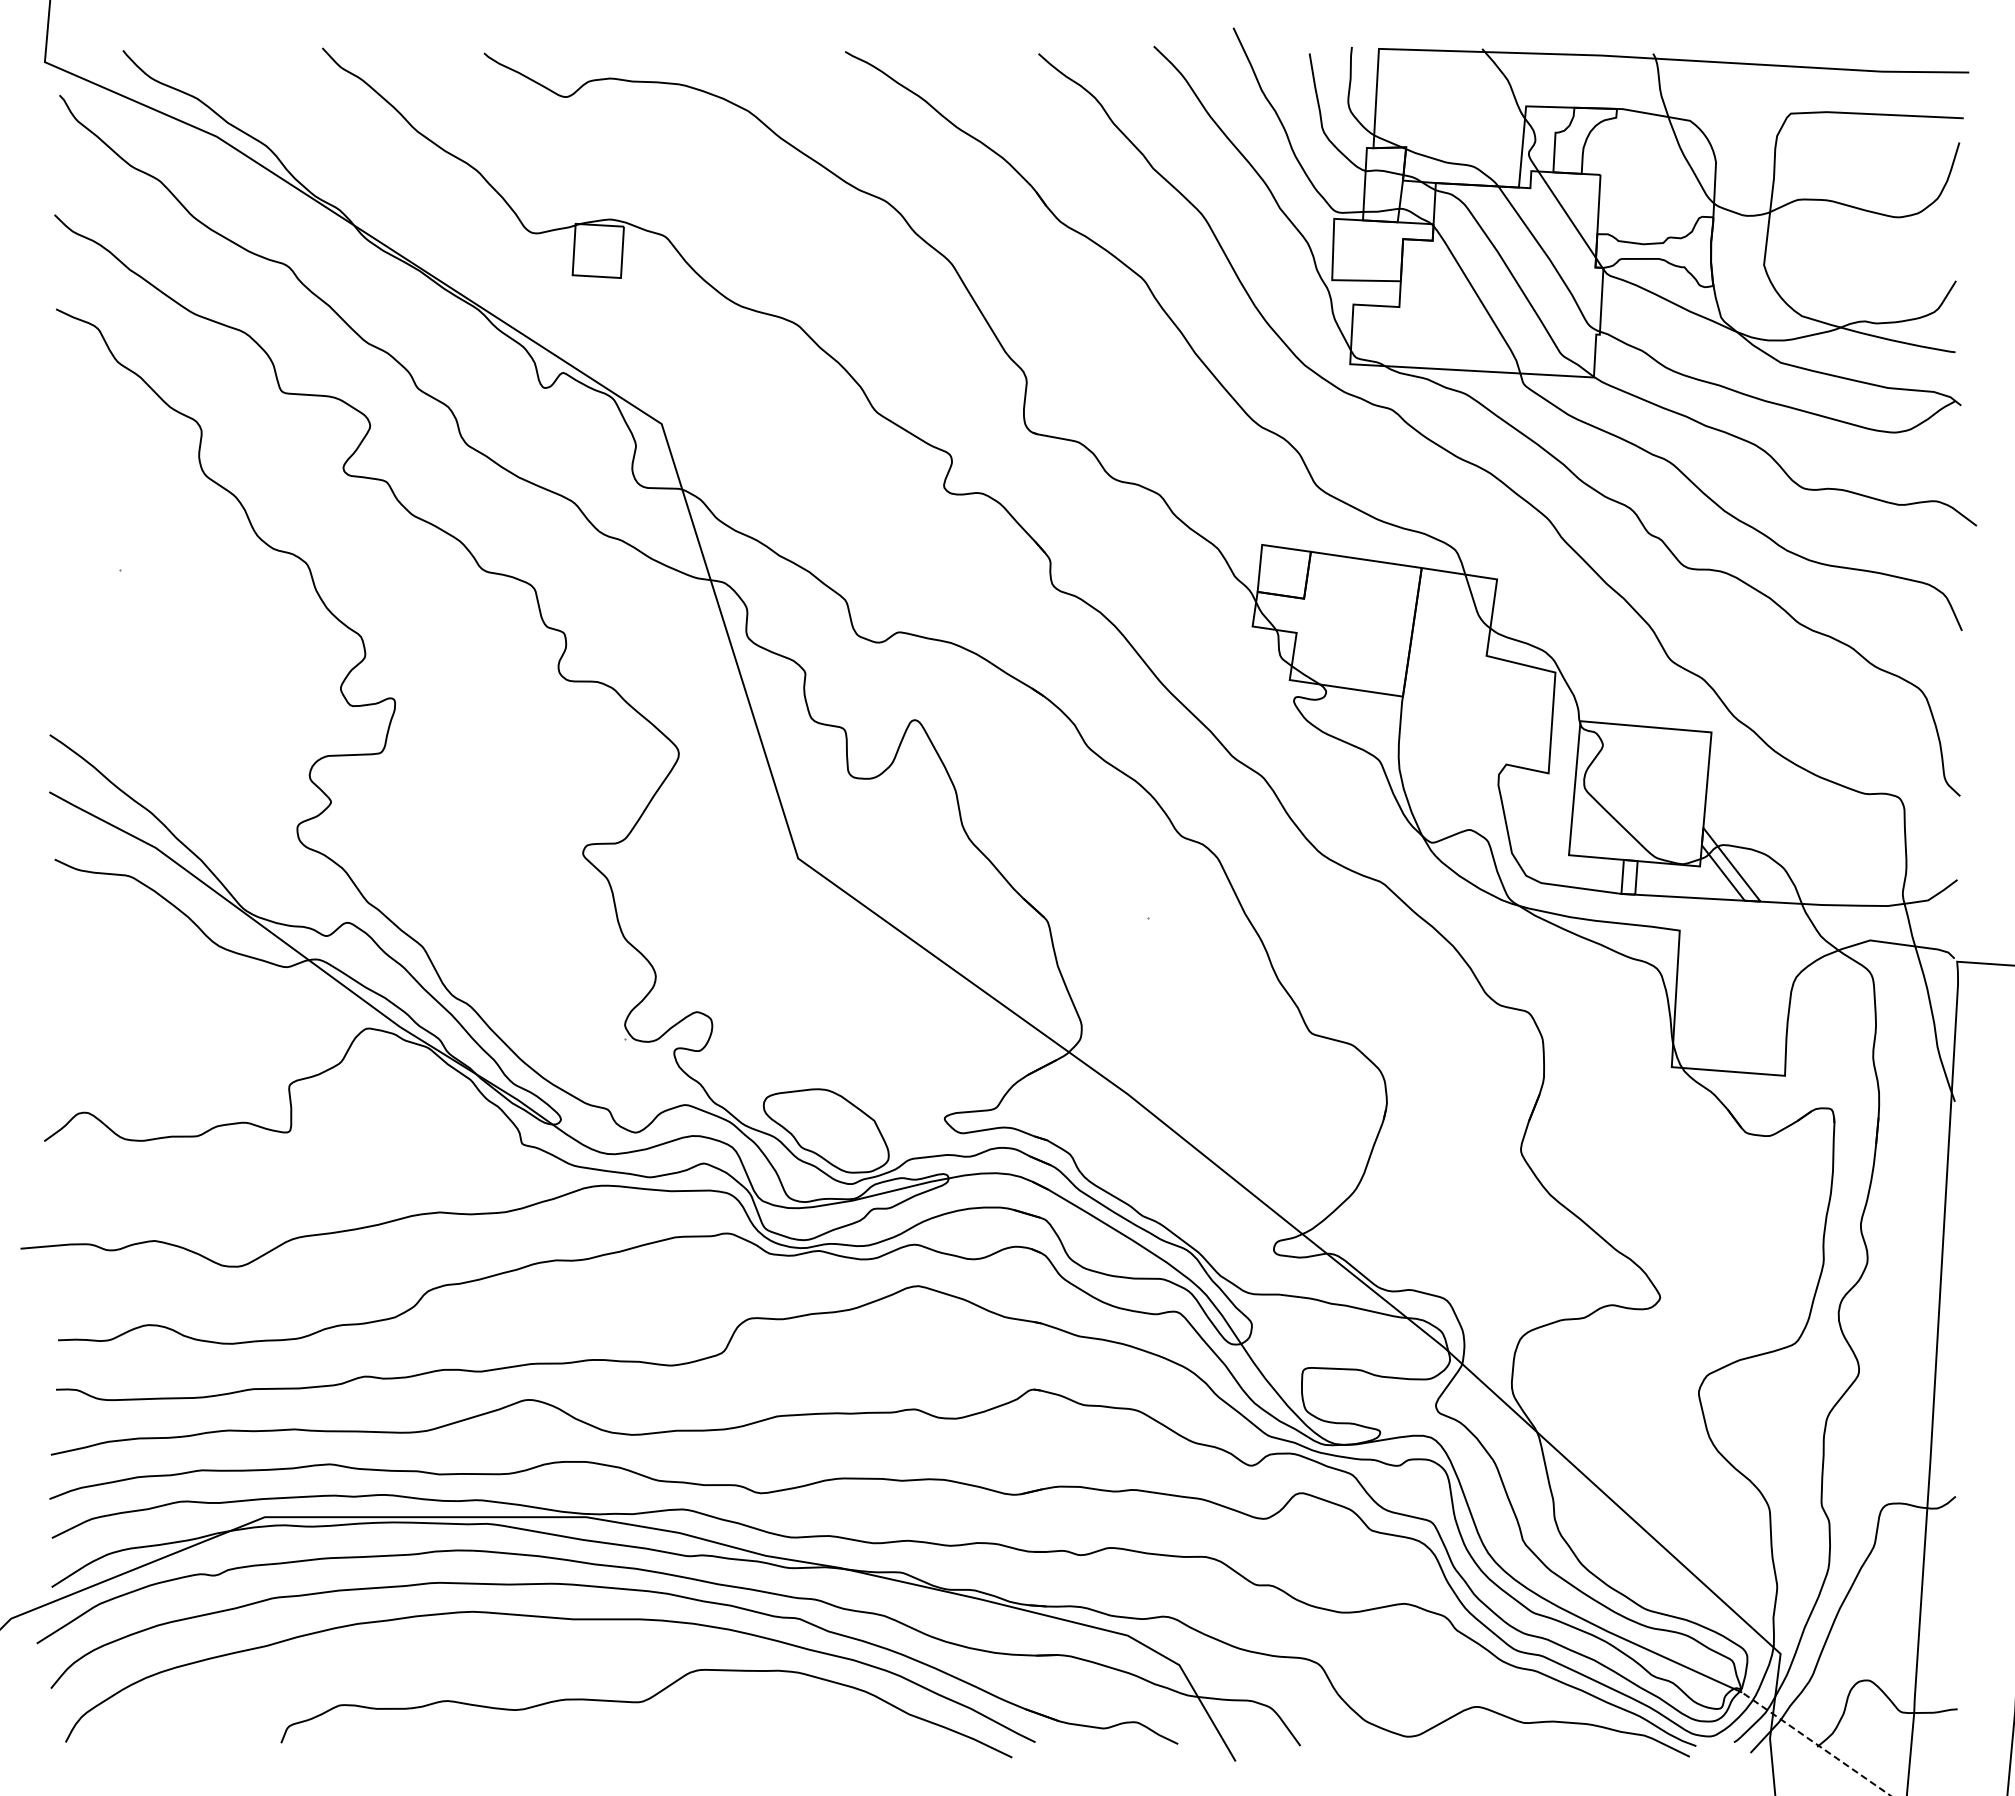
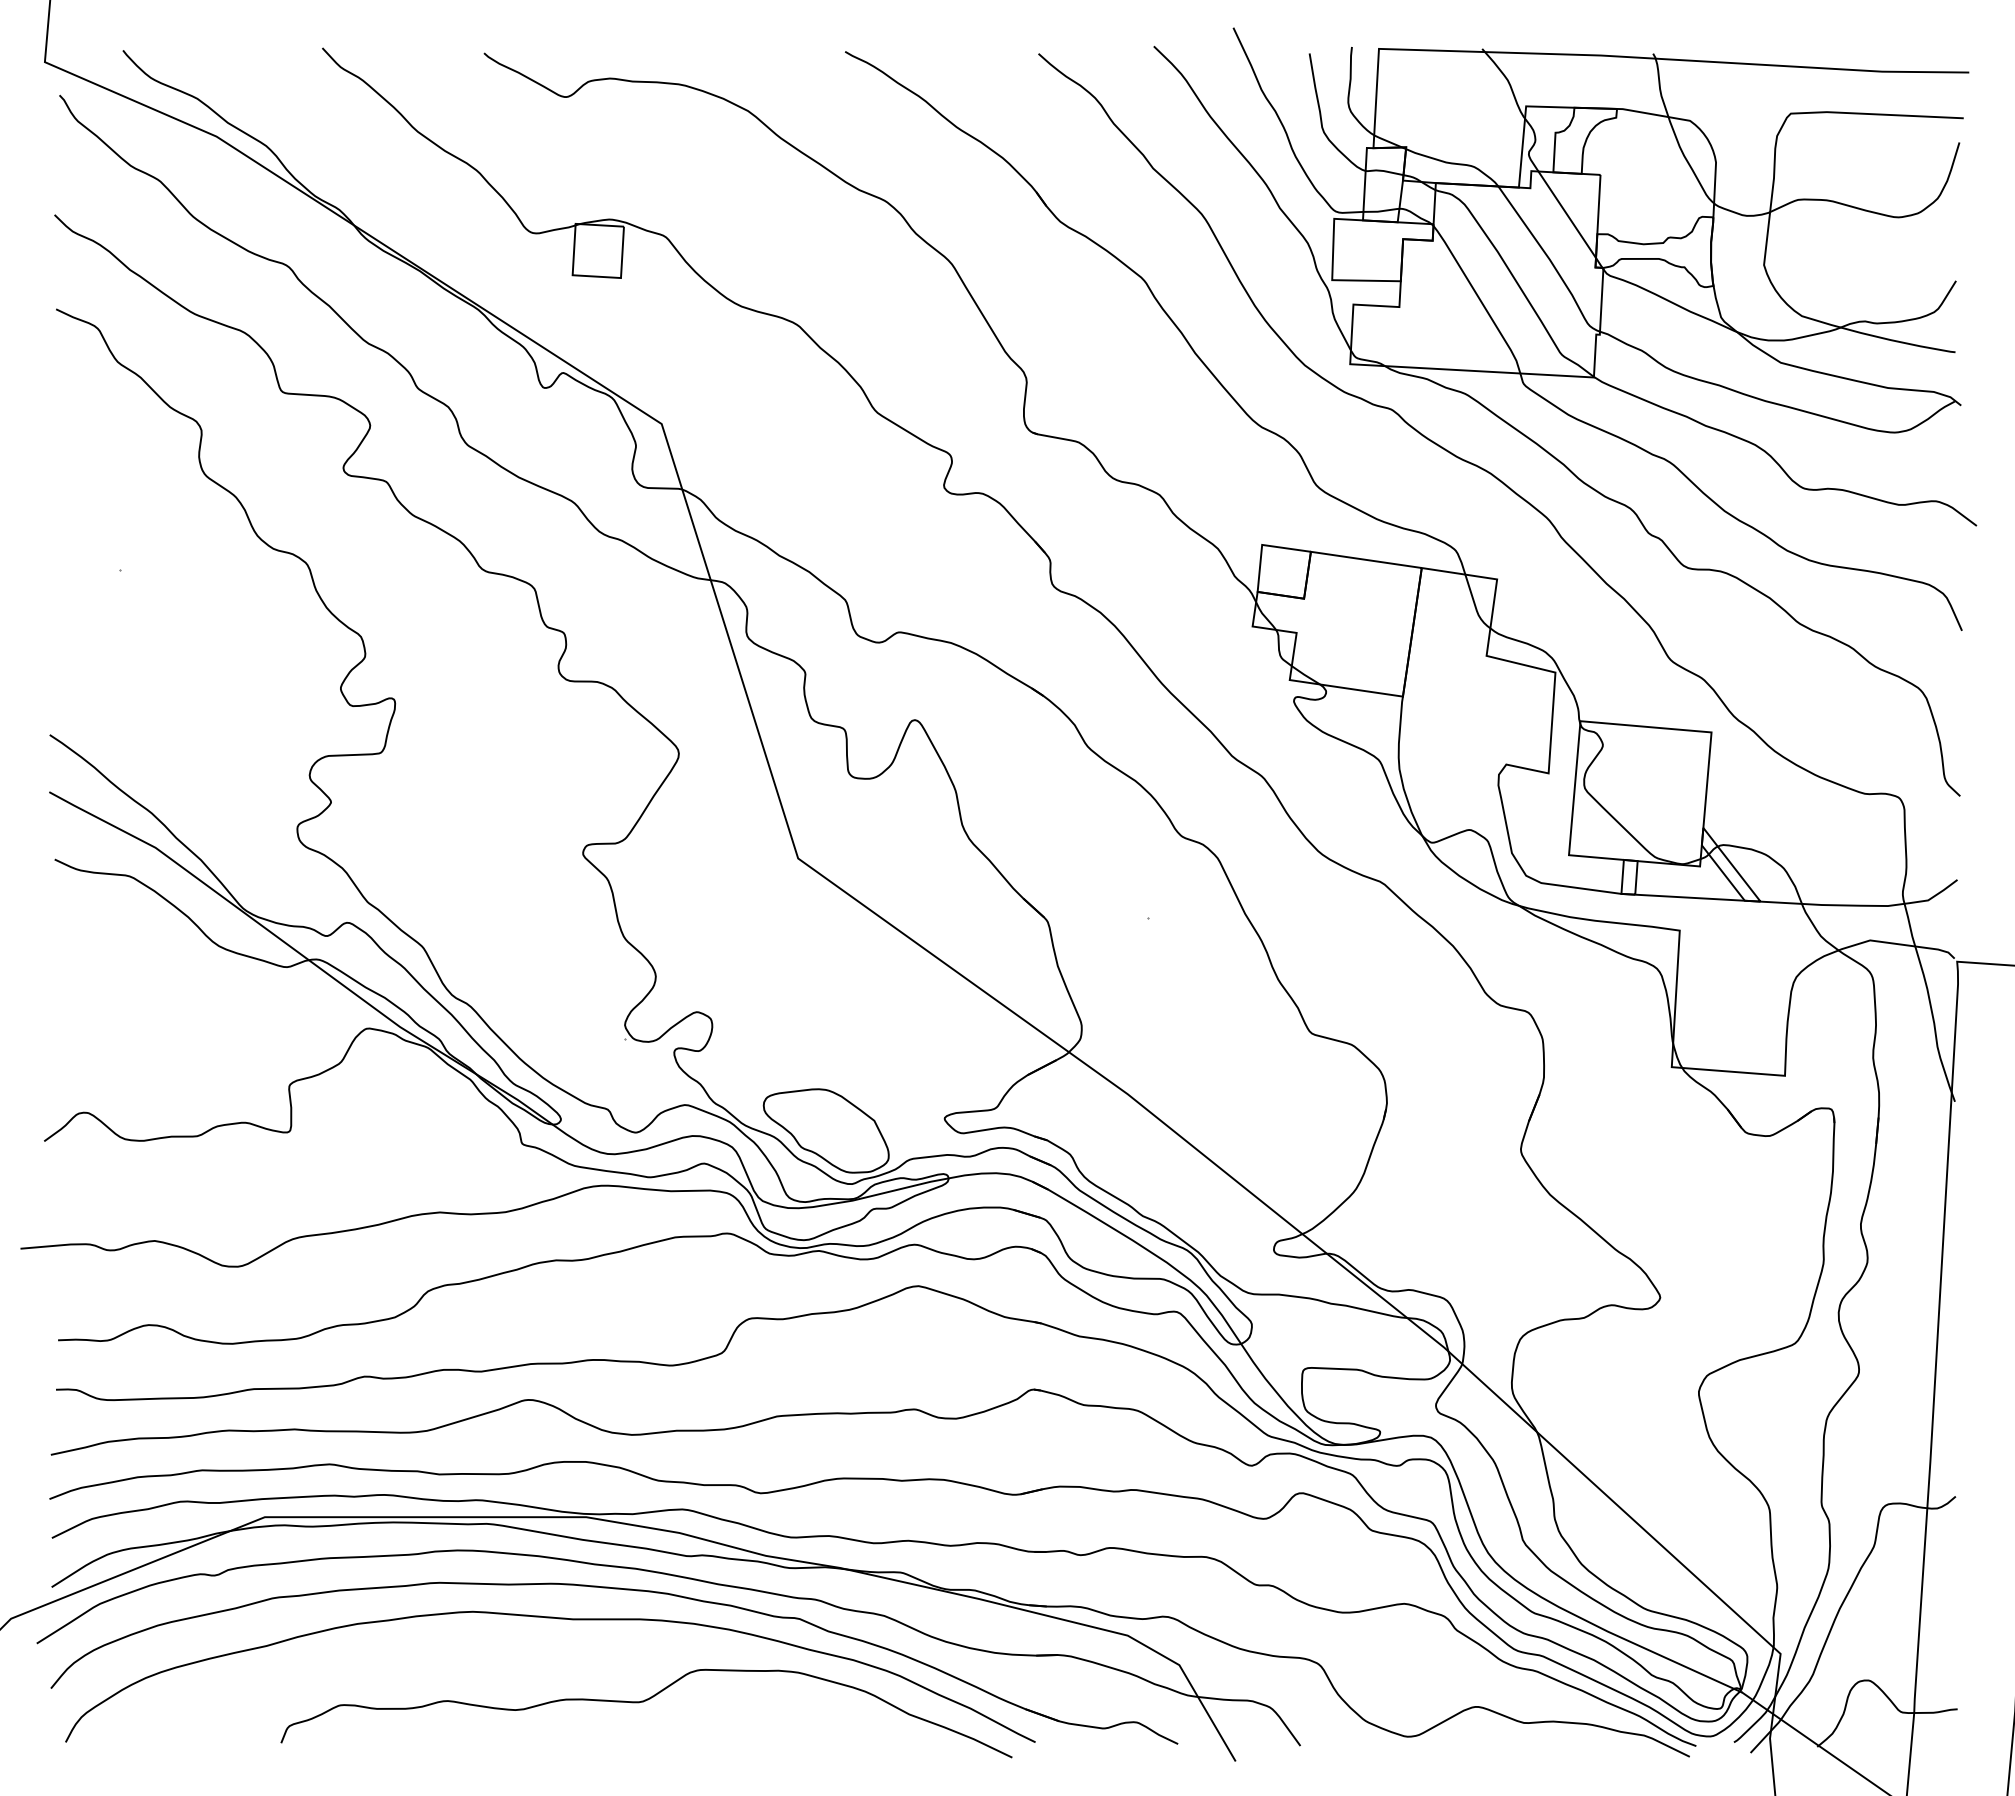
line at (1816, 1743): dashed -> solid
